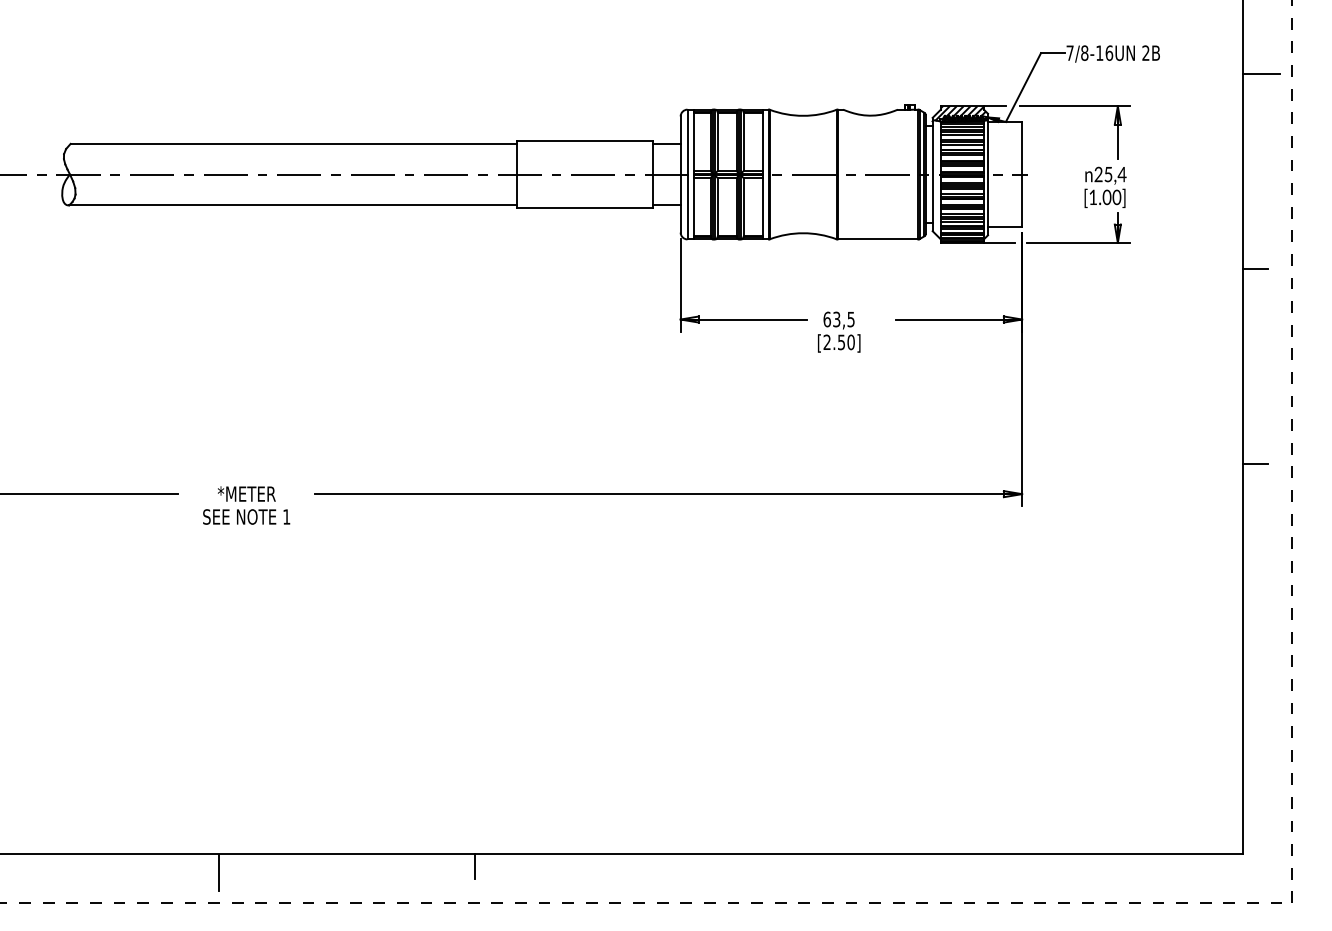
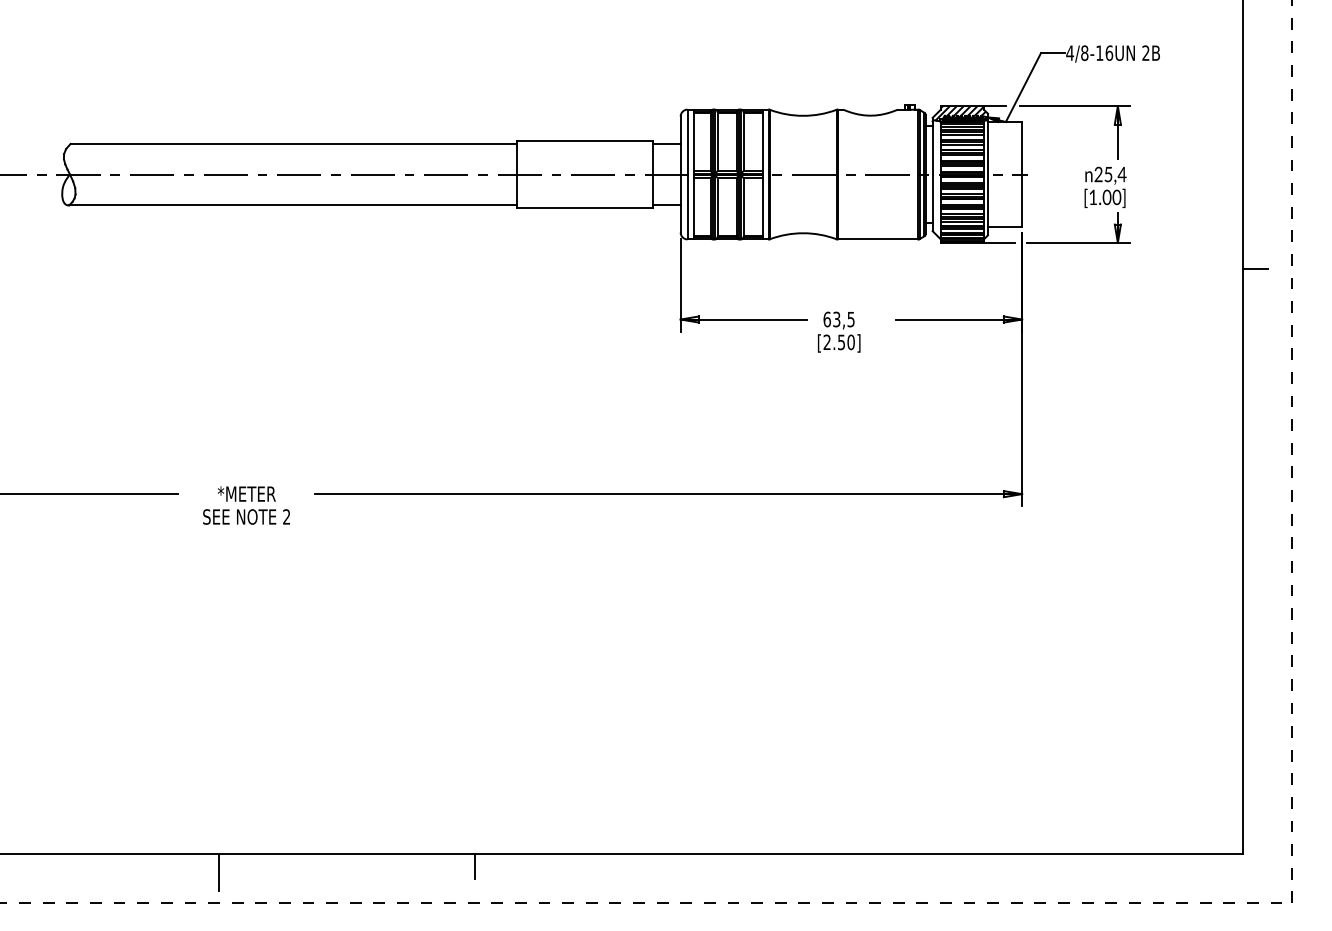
text at (1070, 52): 7/8-16UN -> 4/8-16UN
line at (1261, 73): present -> none
line at (1255, 464): present -> none
text at (286, 516): 1 -> 2
